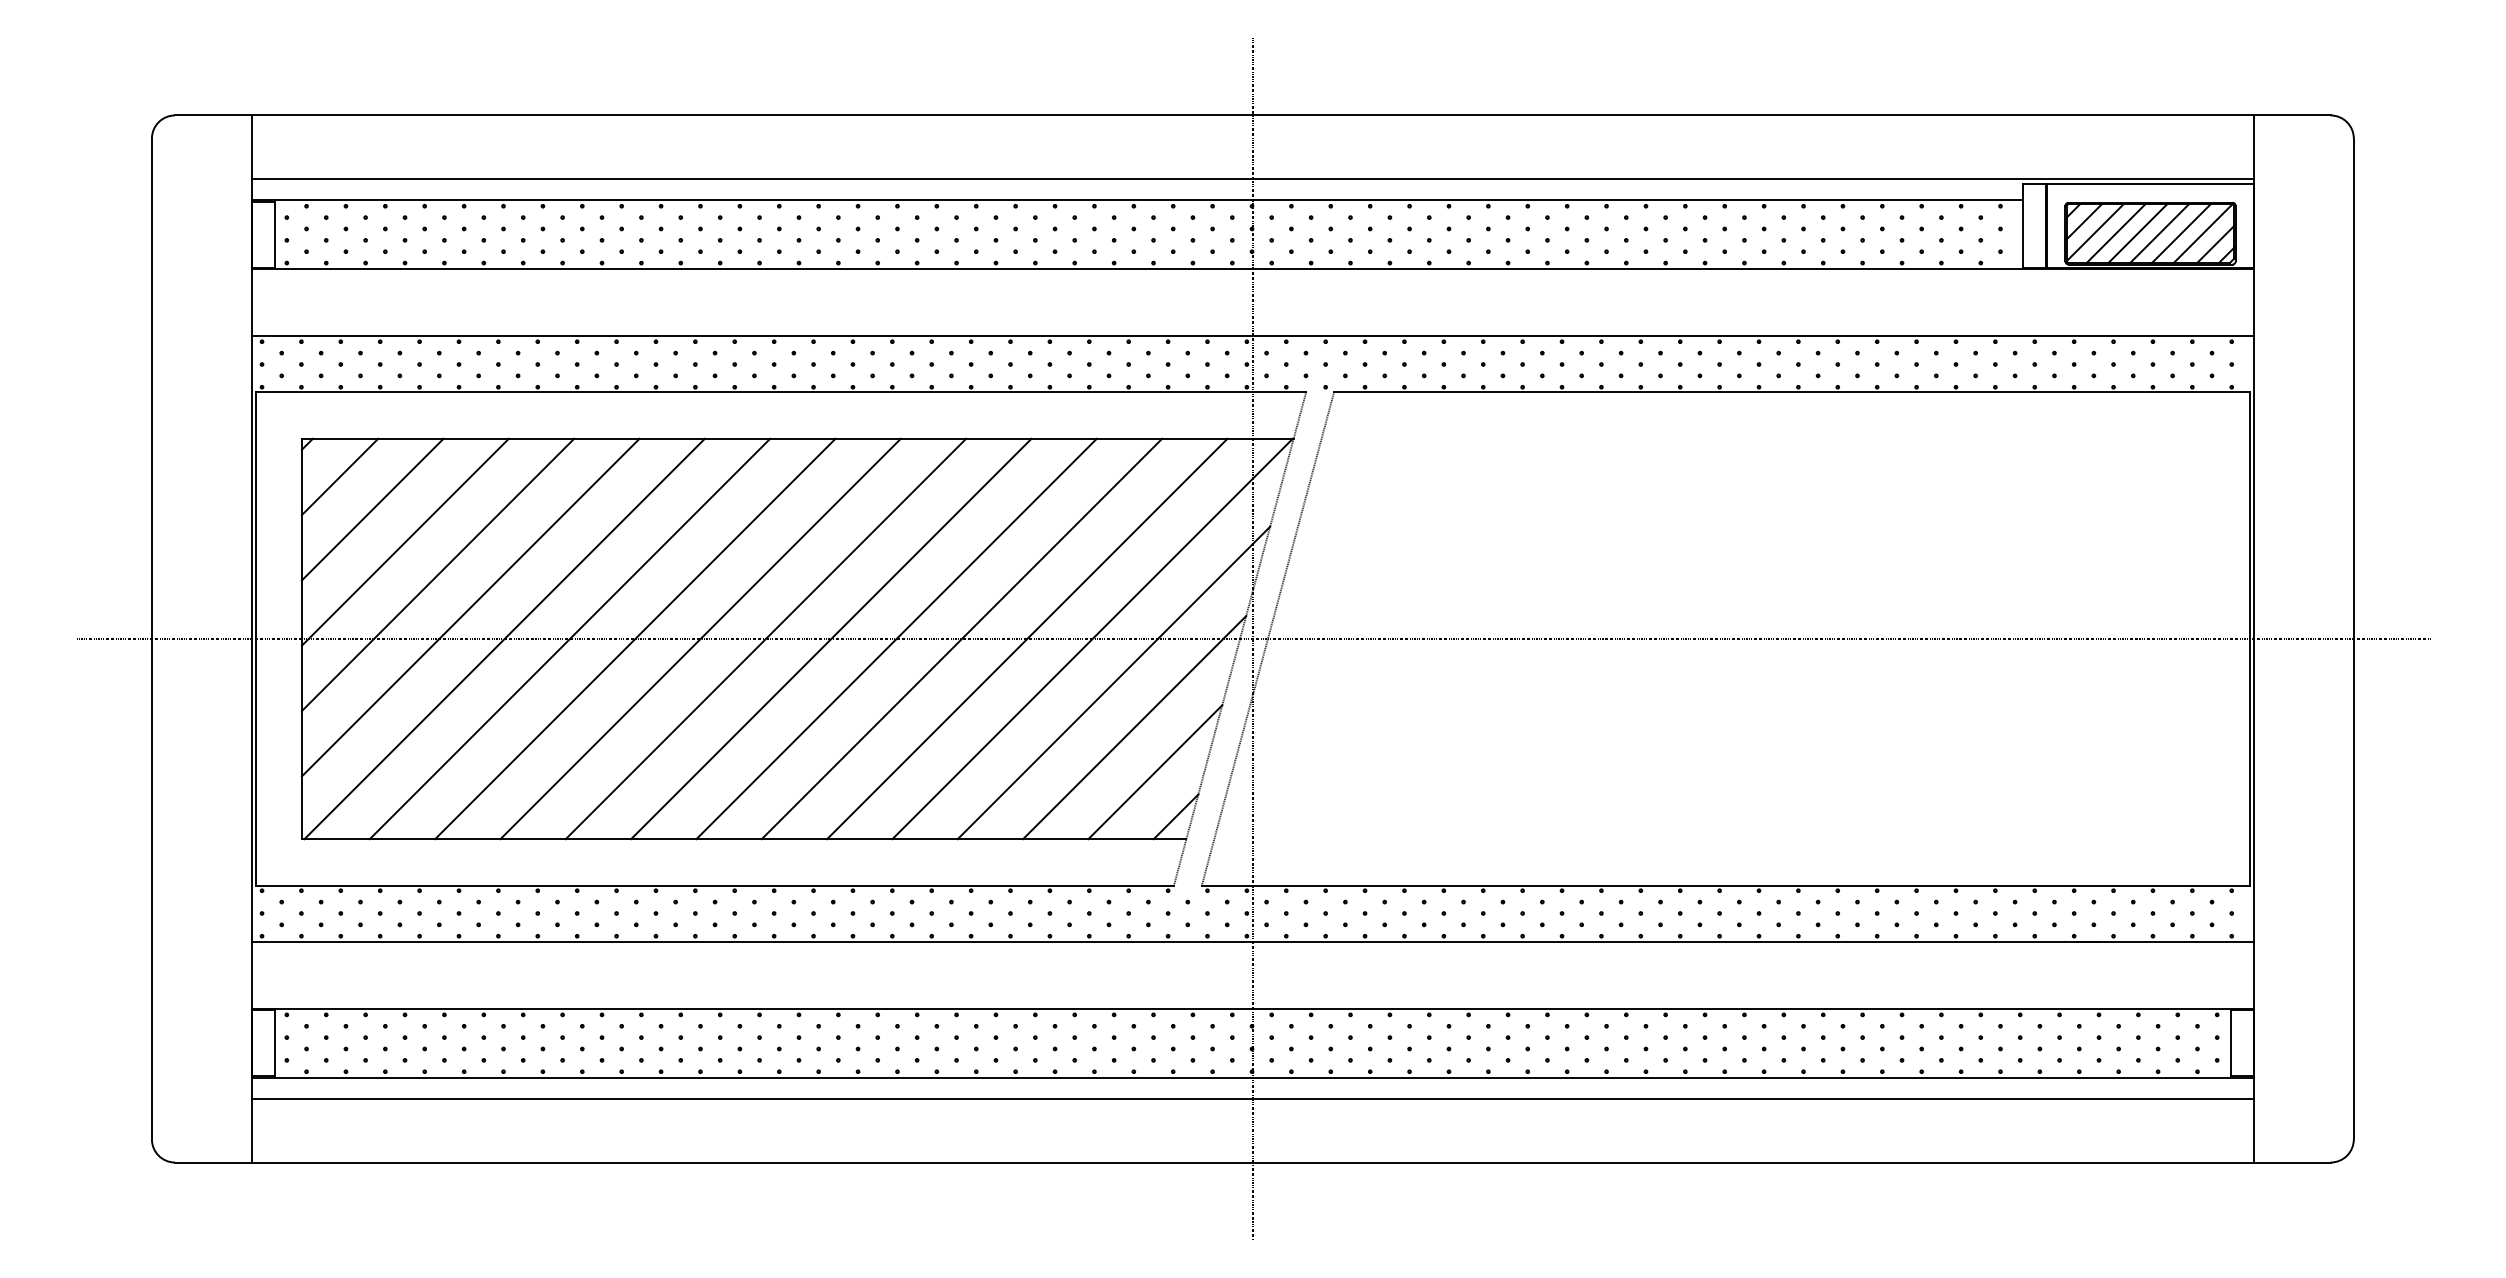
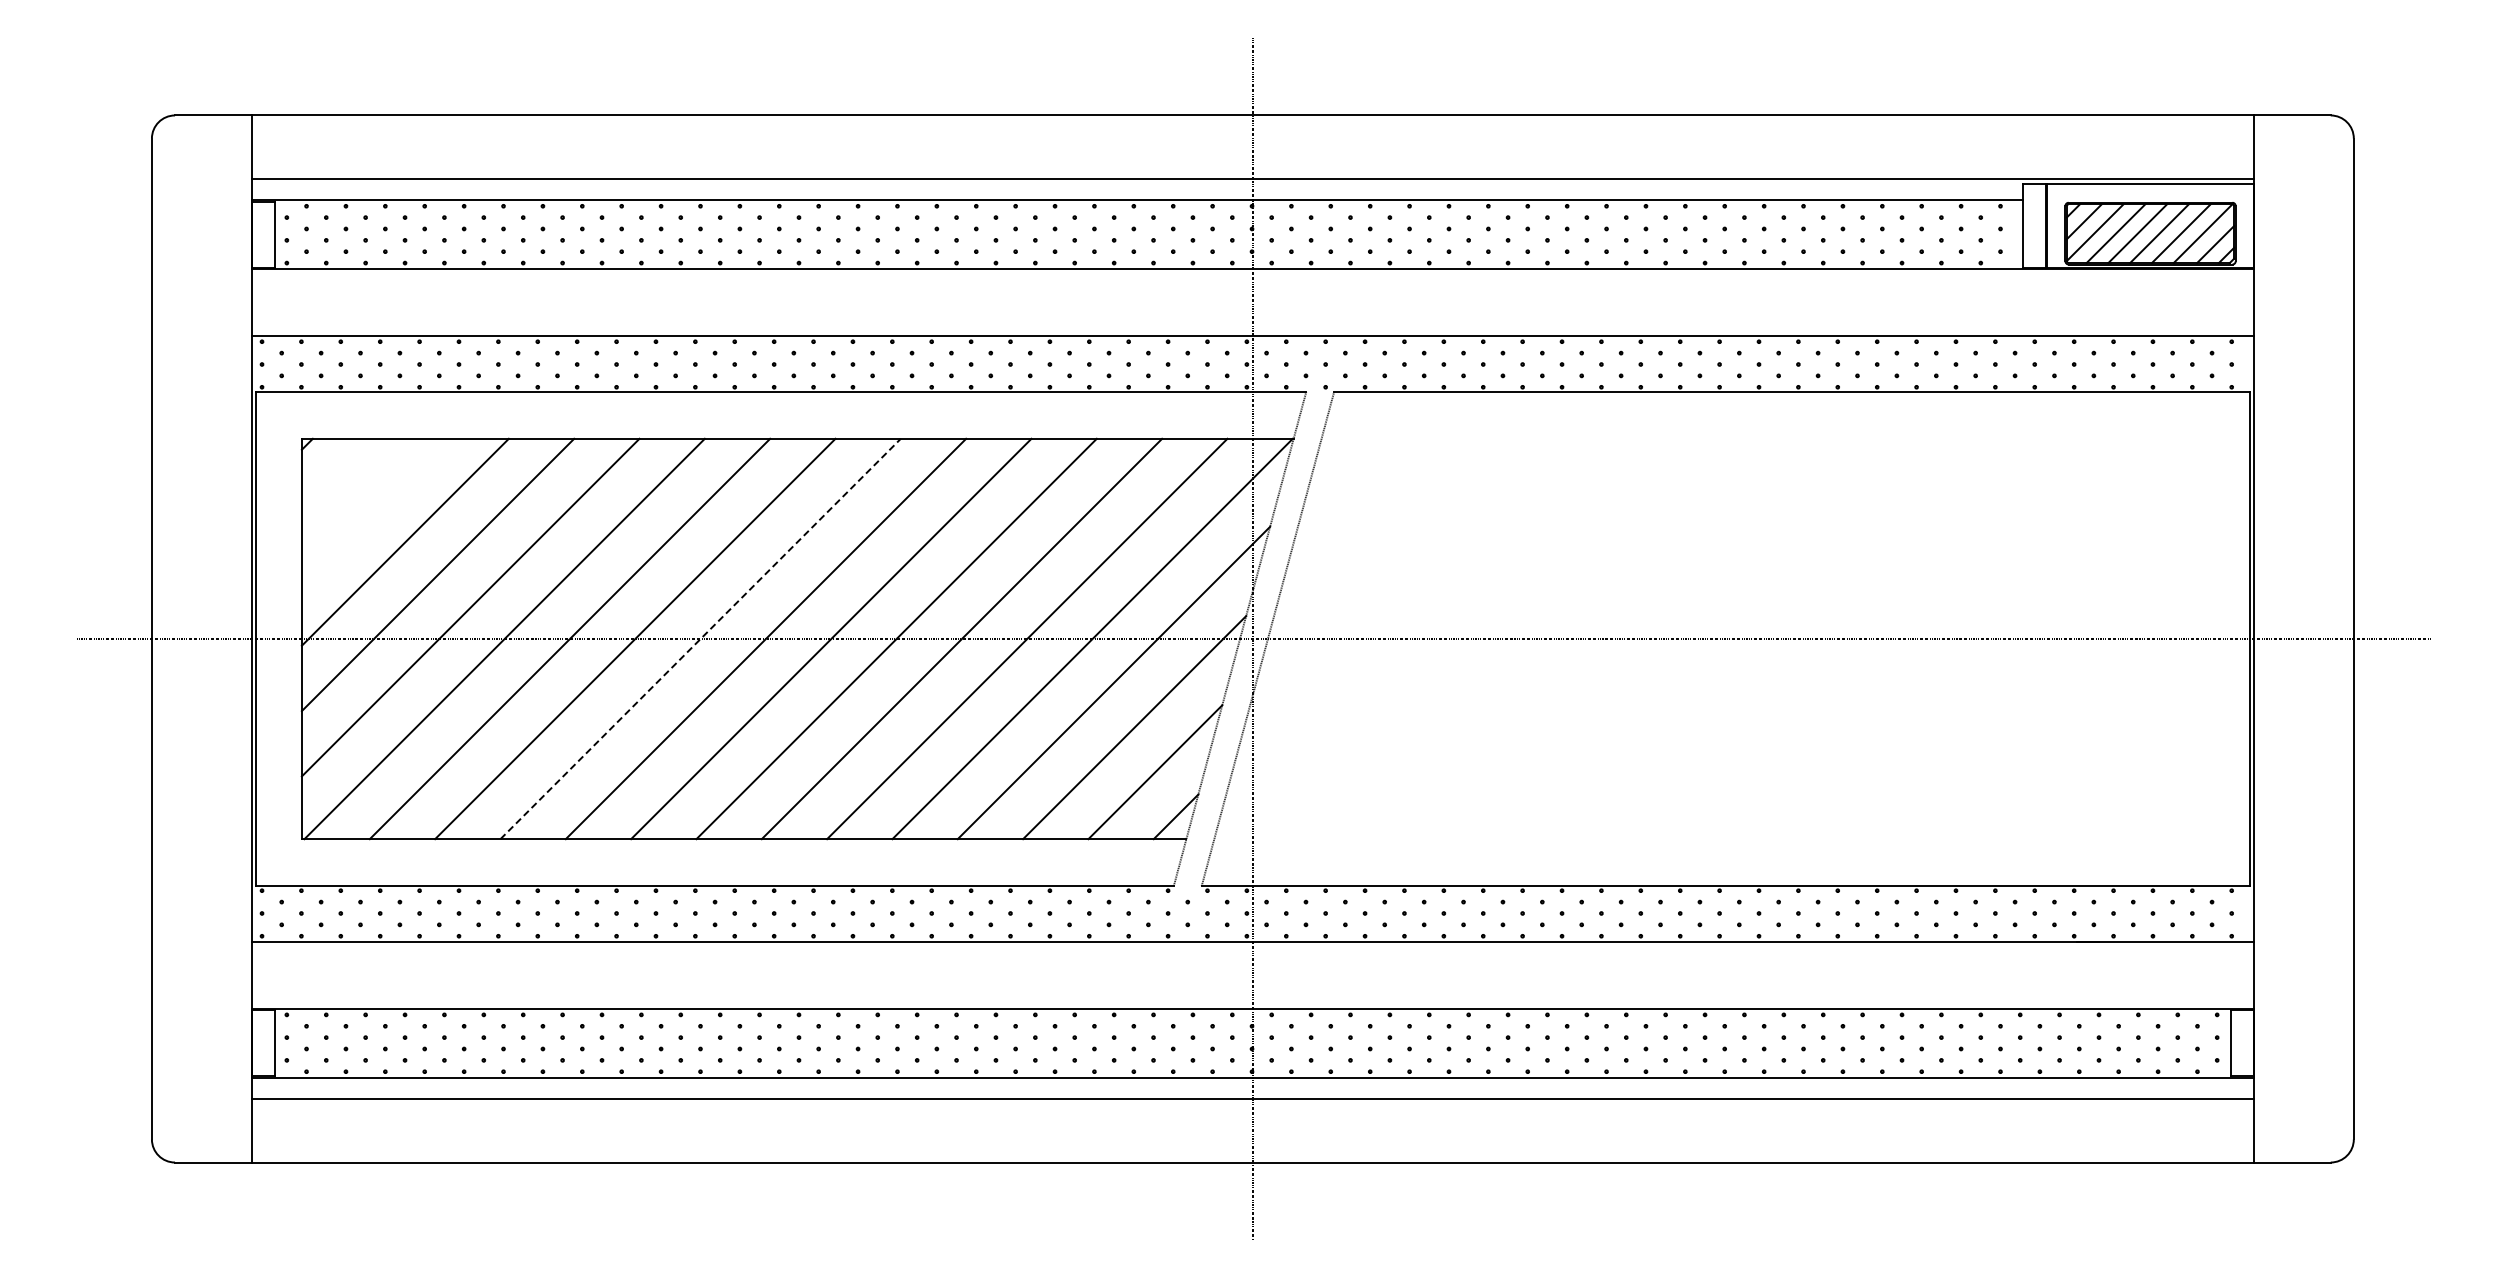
line at (339, 476): present -> none
line at (372, 509): present -> none
line at (701, 638): solid -> dashed
